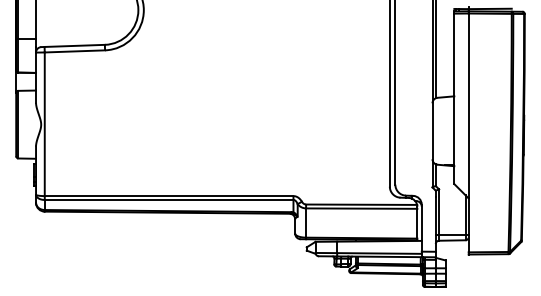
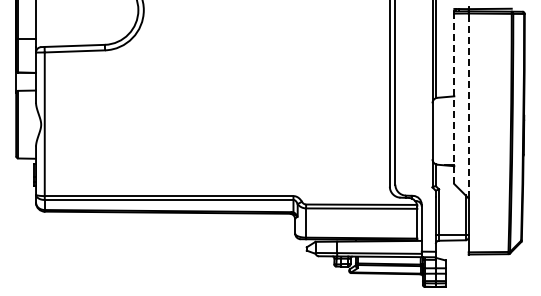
line at (454, 98): solid -> dashed
line at (468, 105): solid -> dashed
